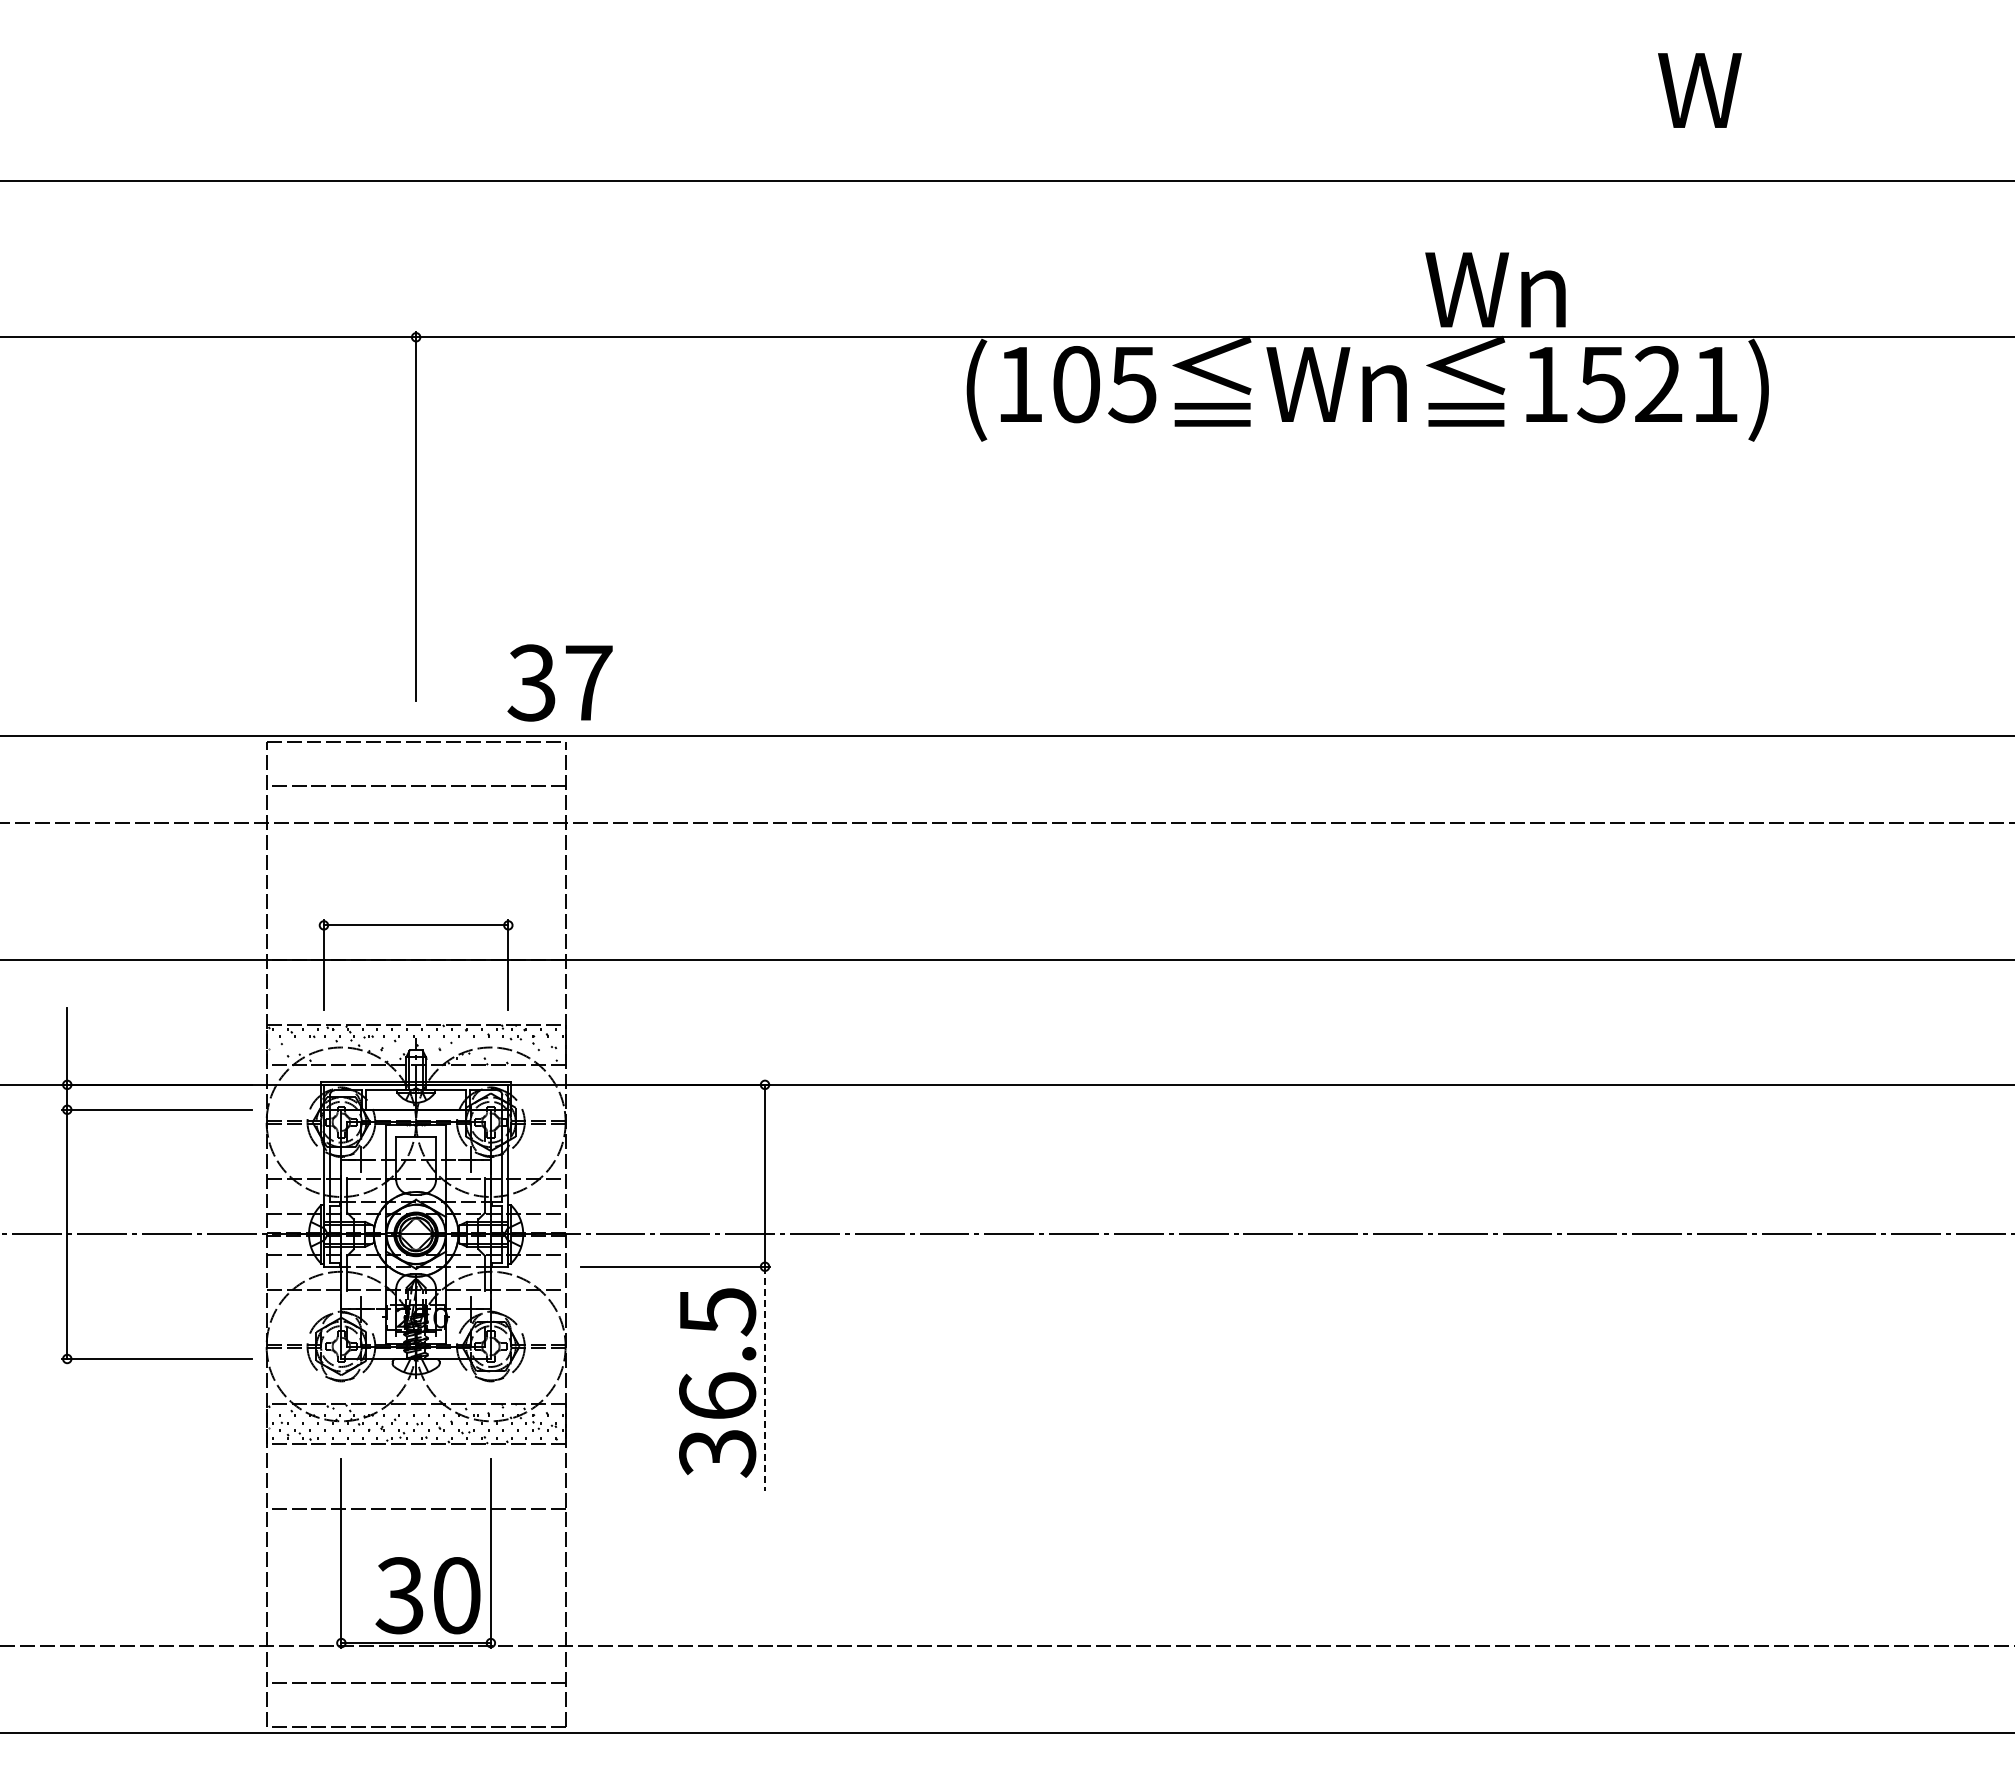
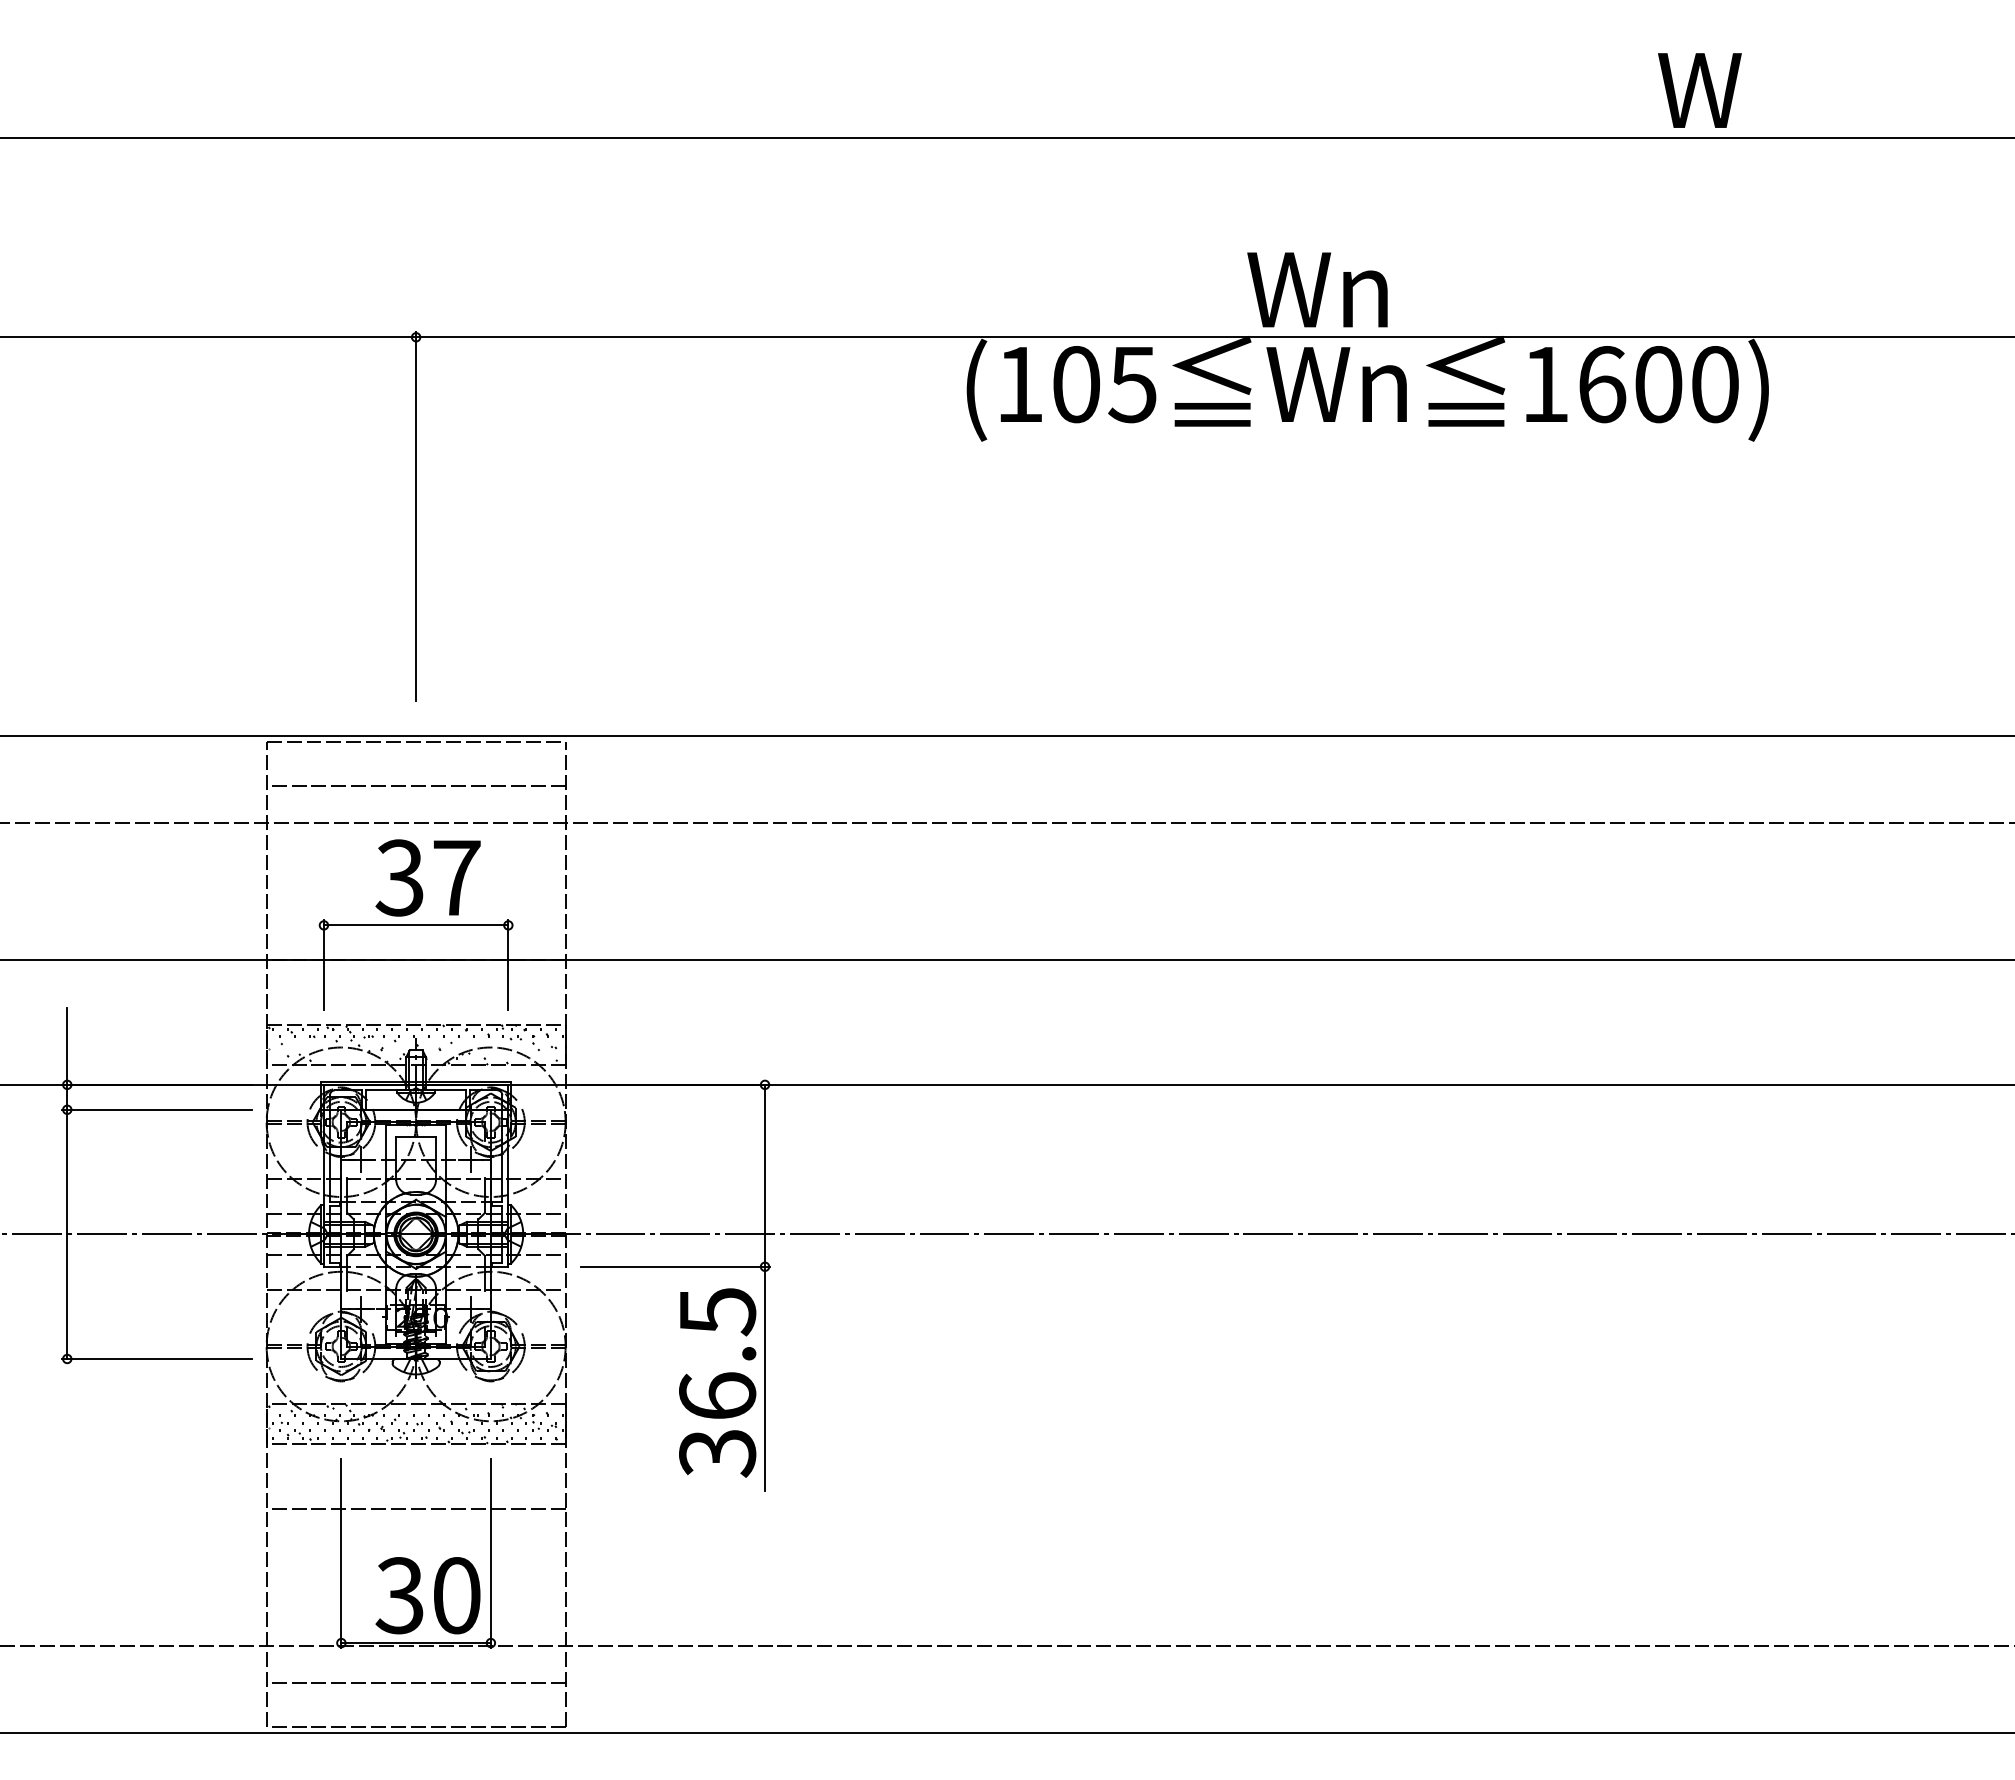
line at (1006, 180) position: (1006, 180) -> (1006, 137)
text at (1495, 289) position: (1495, 289) -> (1317, 289)
text at (1657, 384): 1521) -> 1600)
text at (559, 682) position: (559, 682) -> (427, 877)
line at (765, 1379): dashed -> solid
